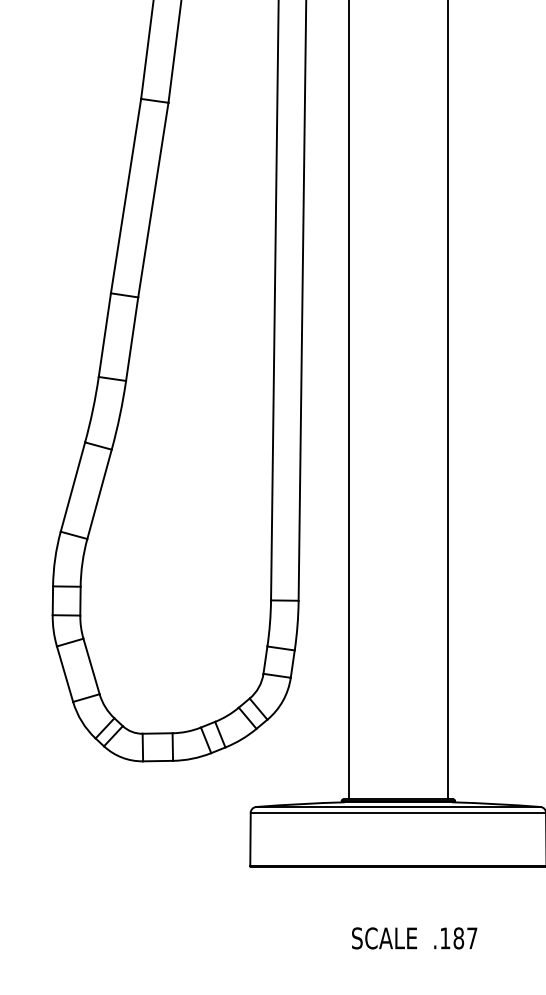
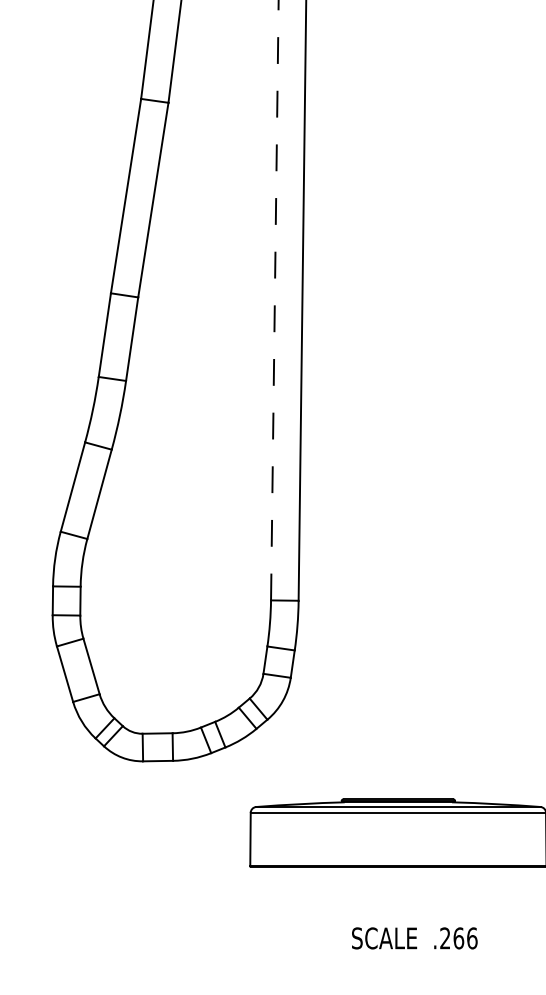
line at (274, 300): solid -> dashed
line at (349, 400): present -> none
line at (447, 400): present -> none
text at (458, 938): .187 -> .266
